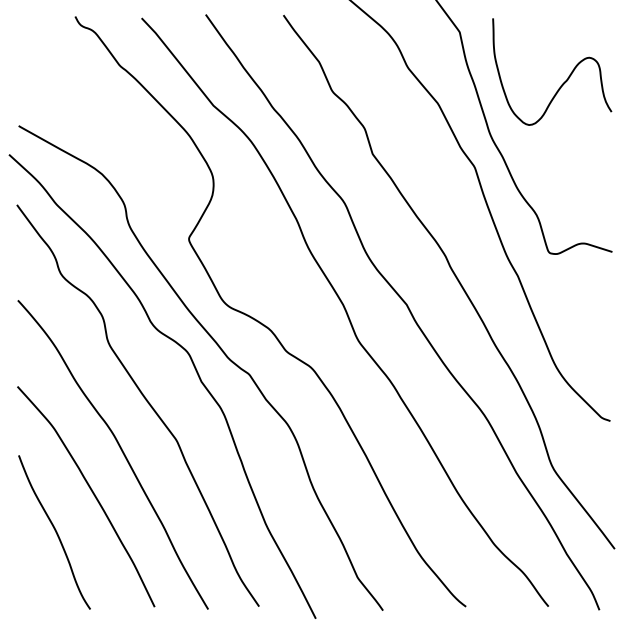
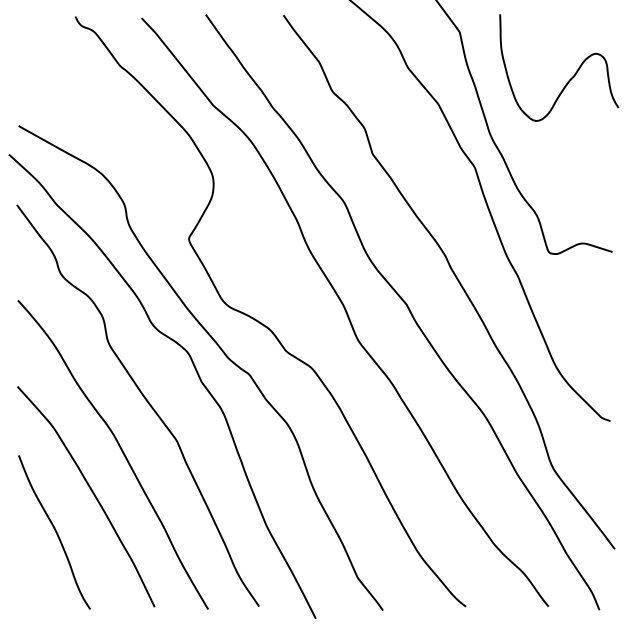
curve at (563, 82) position: (563, 82) -> (570, 78)
